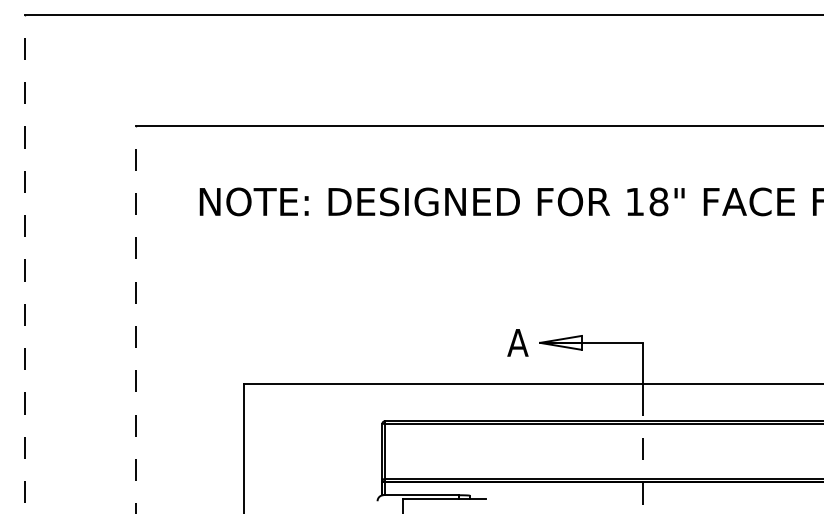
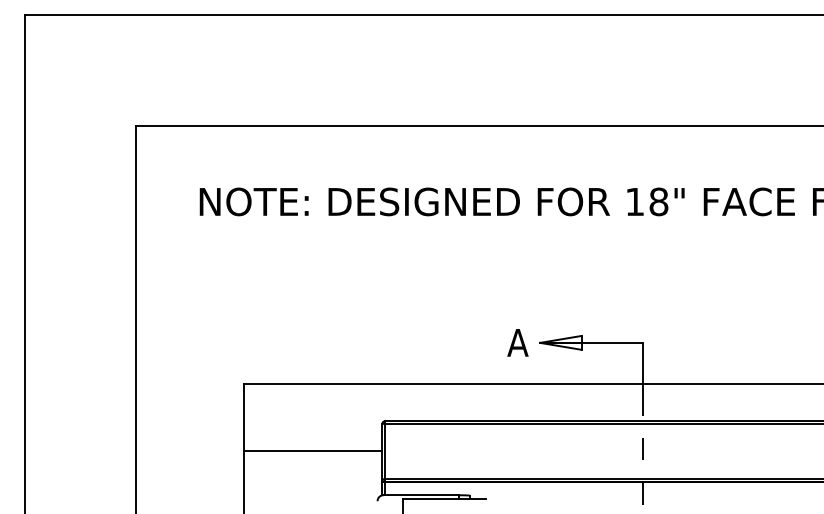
line at (24, 264): dashed -> solid
line at (135, 319): dashed -> solid
line at (312, 450): none -> present
